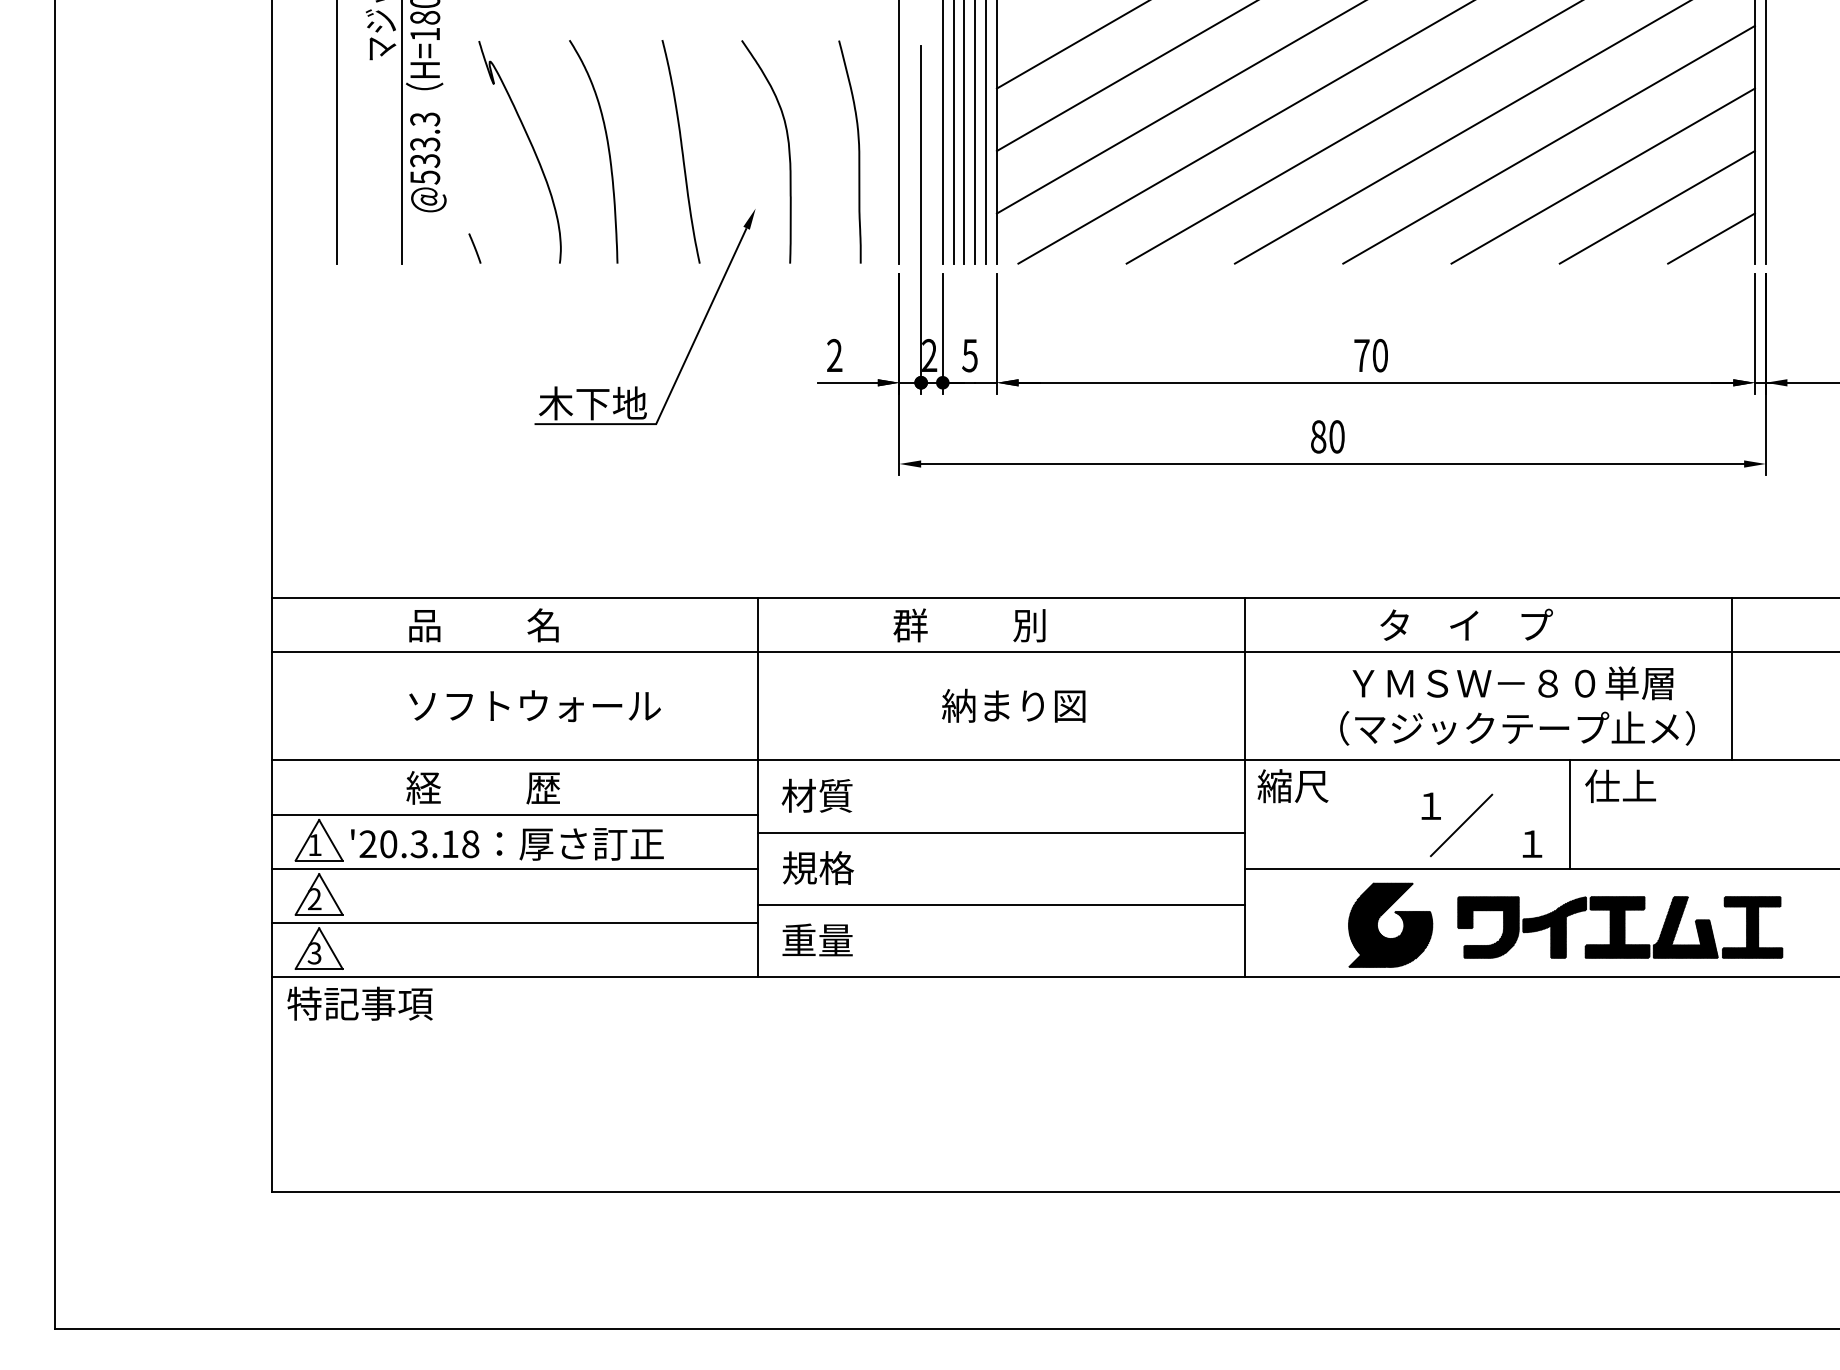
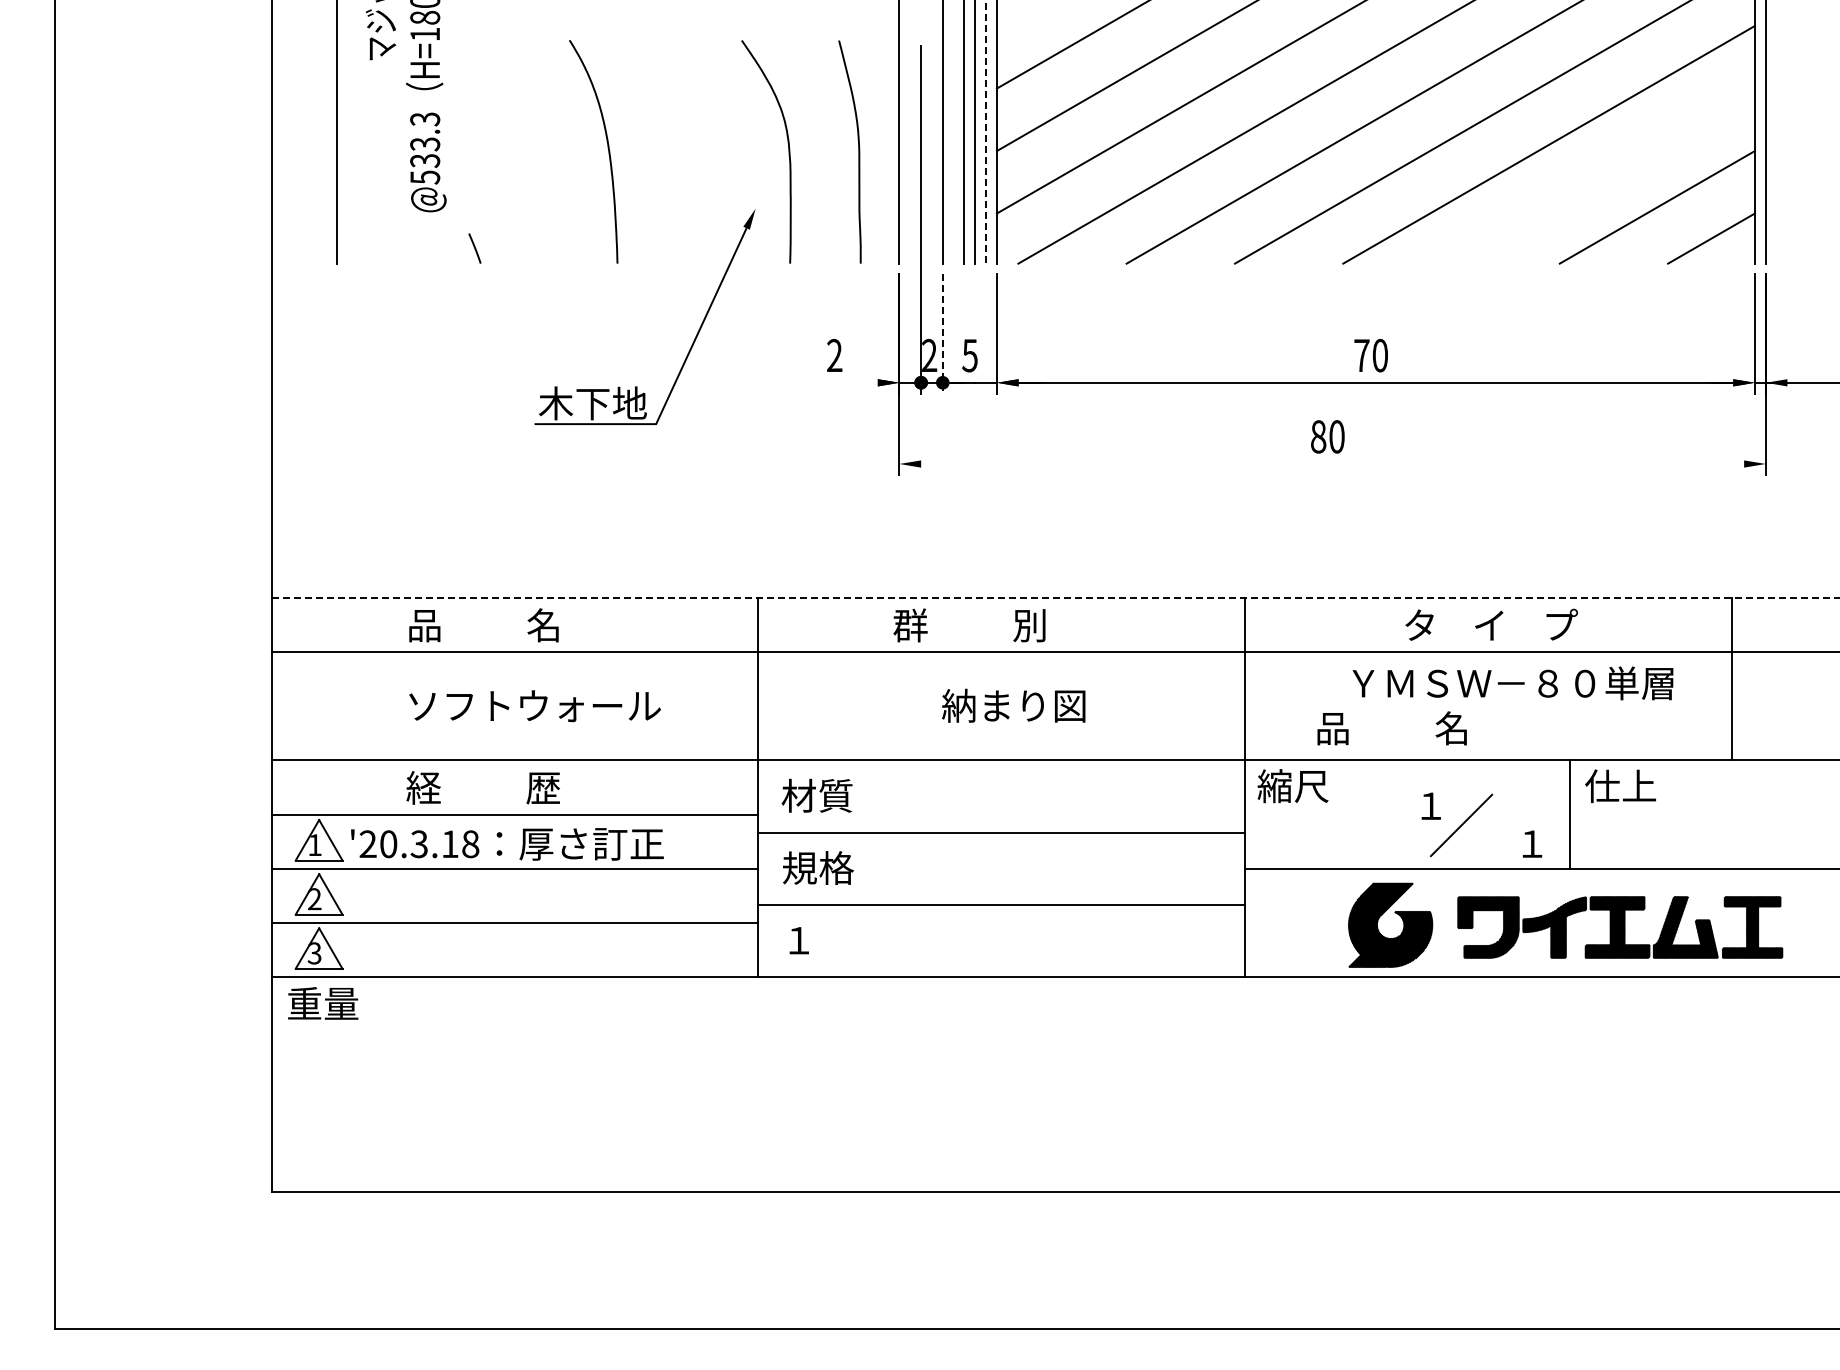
line at (401, 132): present -> none
line at (953, 132): present -> none
line at (986, 132): solid -> dashed
curve at (531, 147): present -> none
curve at (681, 151): present -> none
line at (1602, 175): present -> none
line at (942, 334): solid -> dashed
line at (847, 382): present -> none
line at (1332, 463): present -> none
line at (1055, 598): solid -> dashed
text at (1466, 624) position: (1466, 624) -> (1491, 624)
text at (1505, 728): （マジックテープ止メ） -> 品          名
text at (817, 939): 重量 -> １
text at (359, 1003): 特記事項 -> 重量
